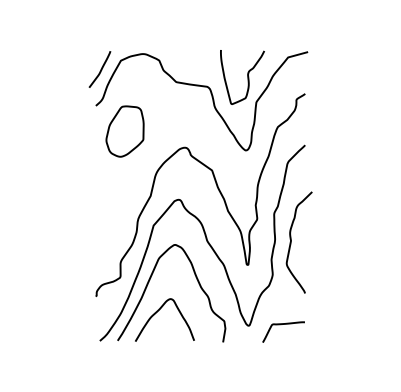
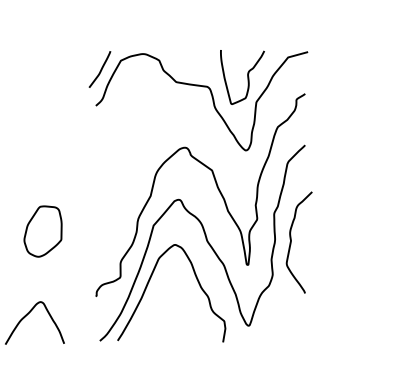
part at (124, 131) position: (124, 131) -> (42, 231)
curve at (157, 312) position: (157, 312) -> (27, 315)
curve at (280, 325): present -> none
